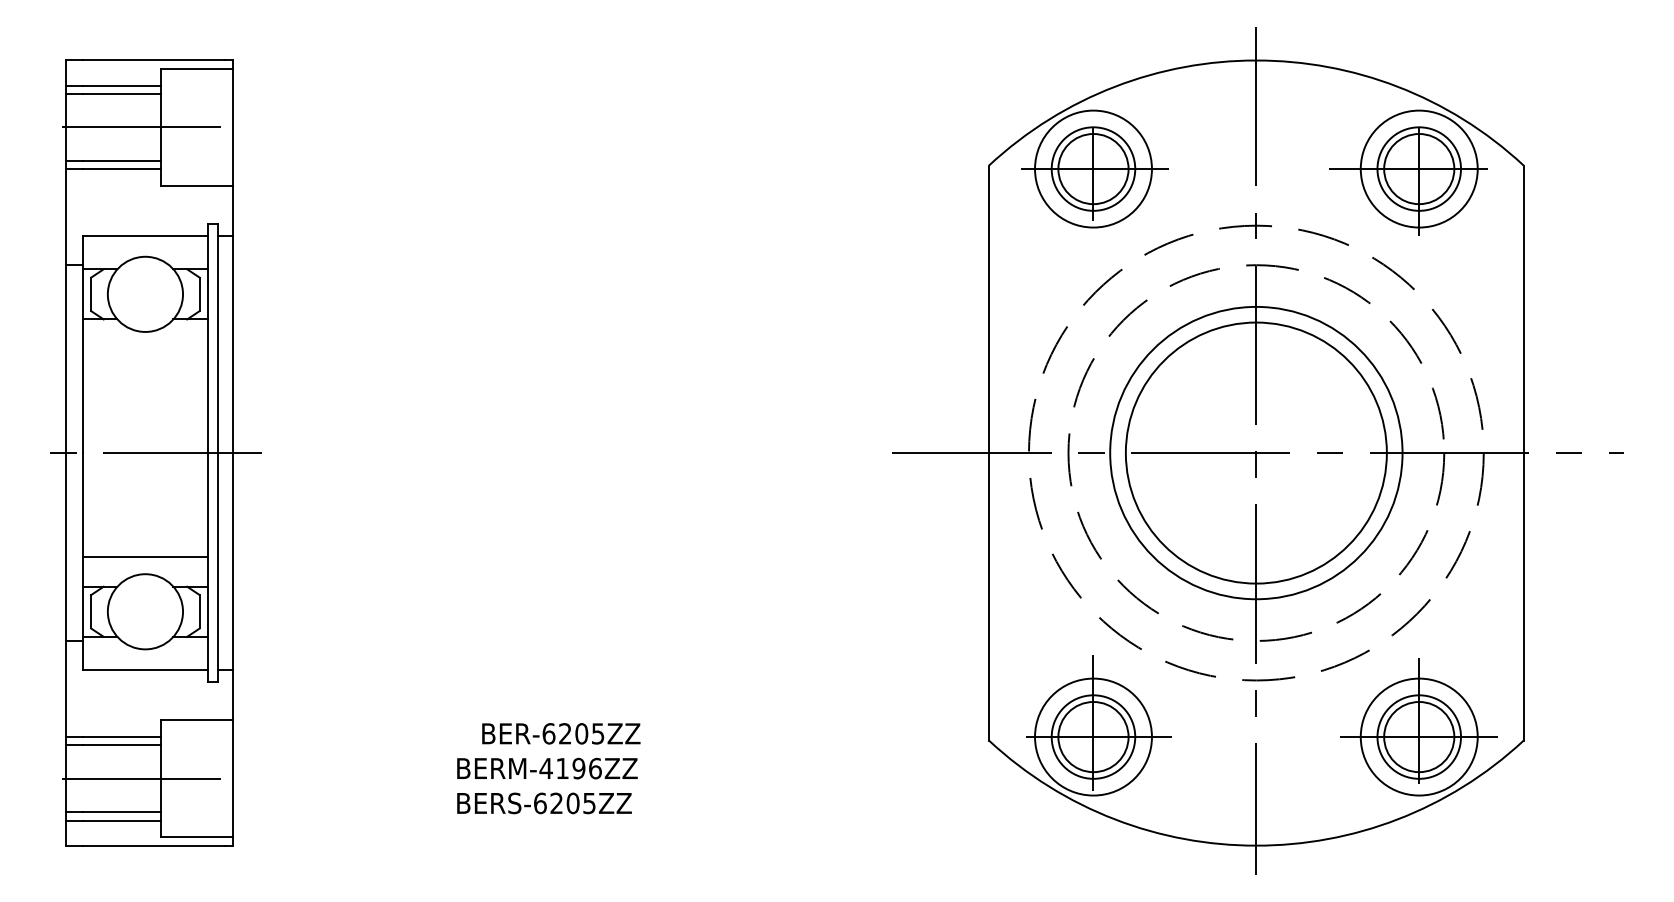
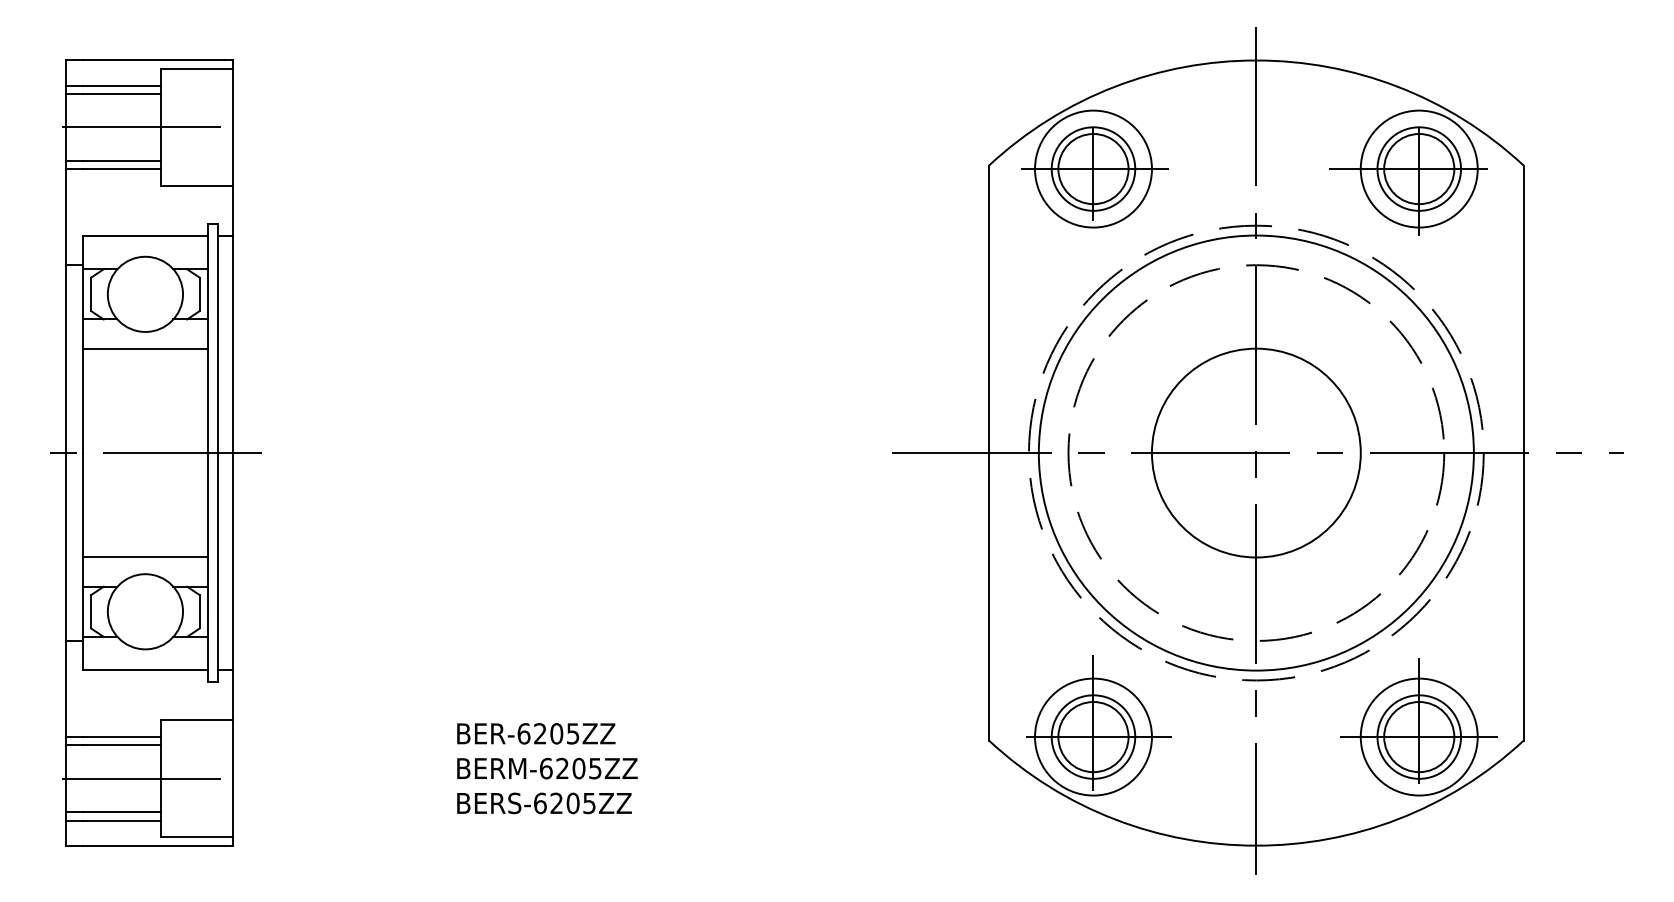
line at (145, 348): none -> present
circle at (1255, 452) diameter: 261 px -> 435 px
circle at (1256, 452) diameter: 292 px -> 209 px
text at (561, 733) position: (561, 733) -> (536, 733)
text at (570, 768): BERM-4196ZZ -> BERM-6205ZZ
